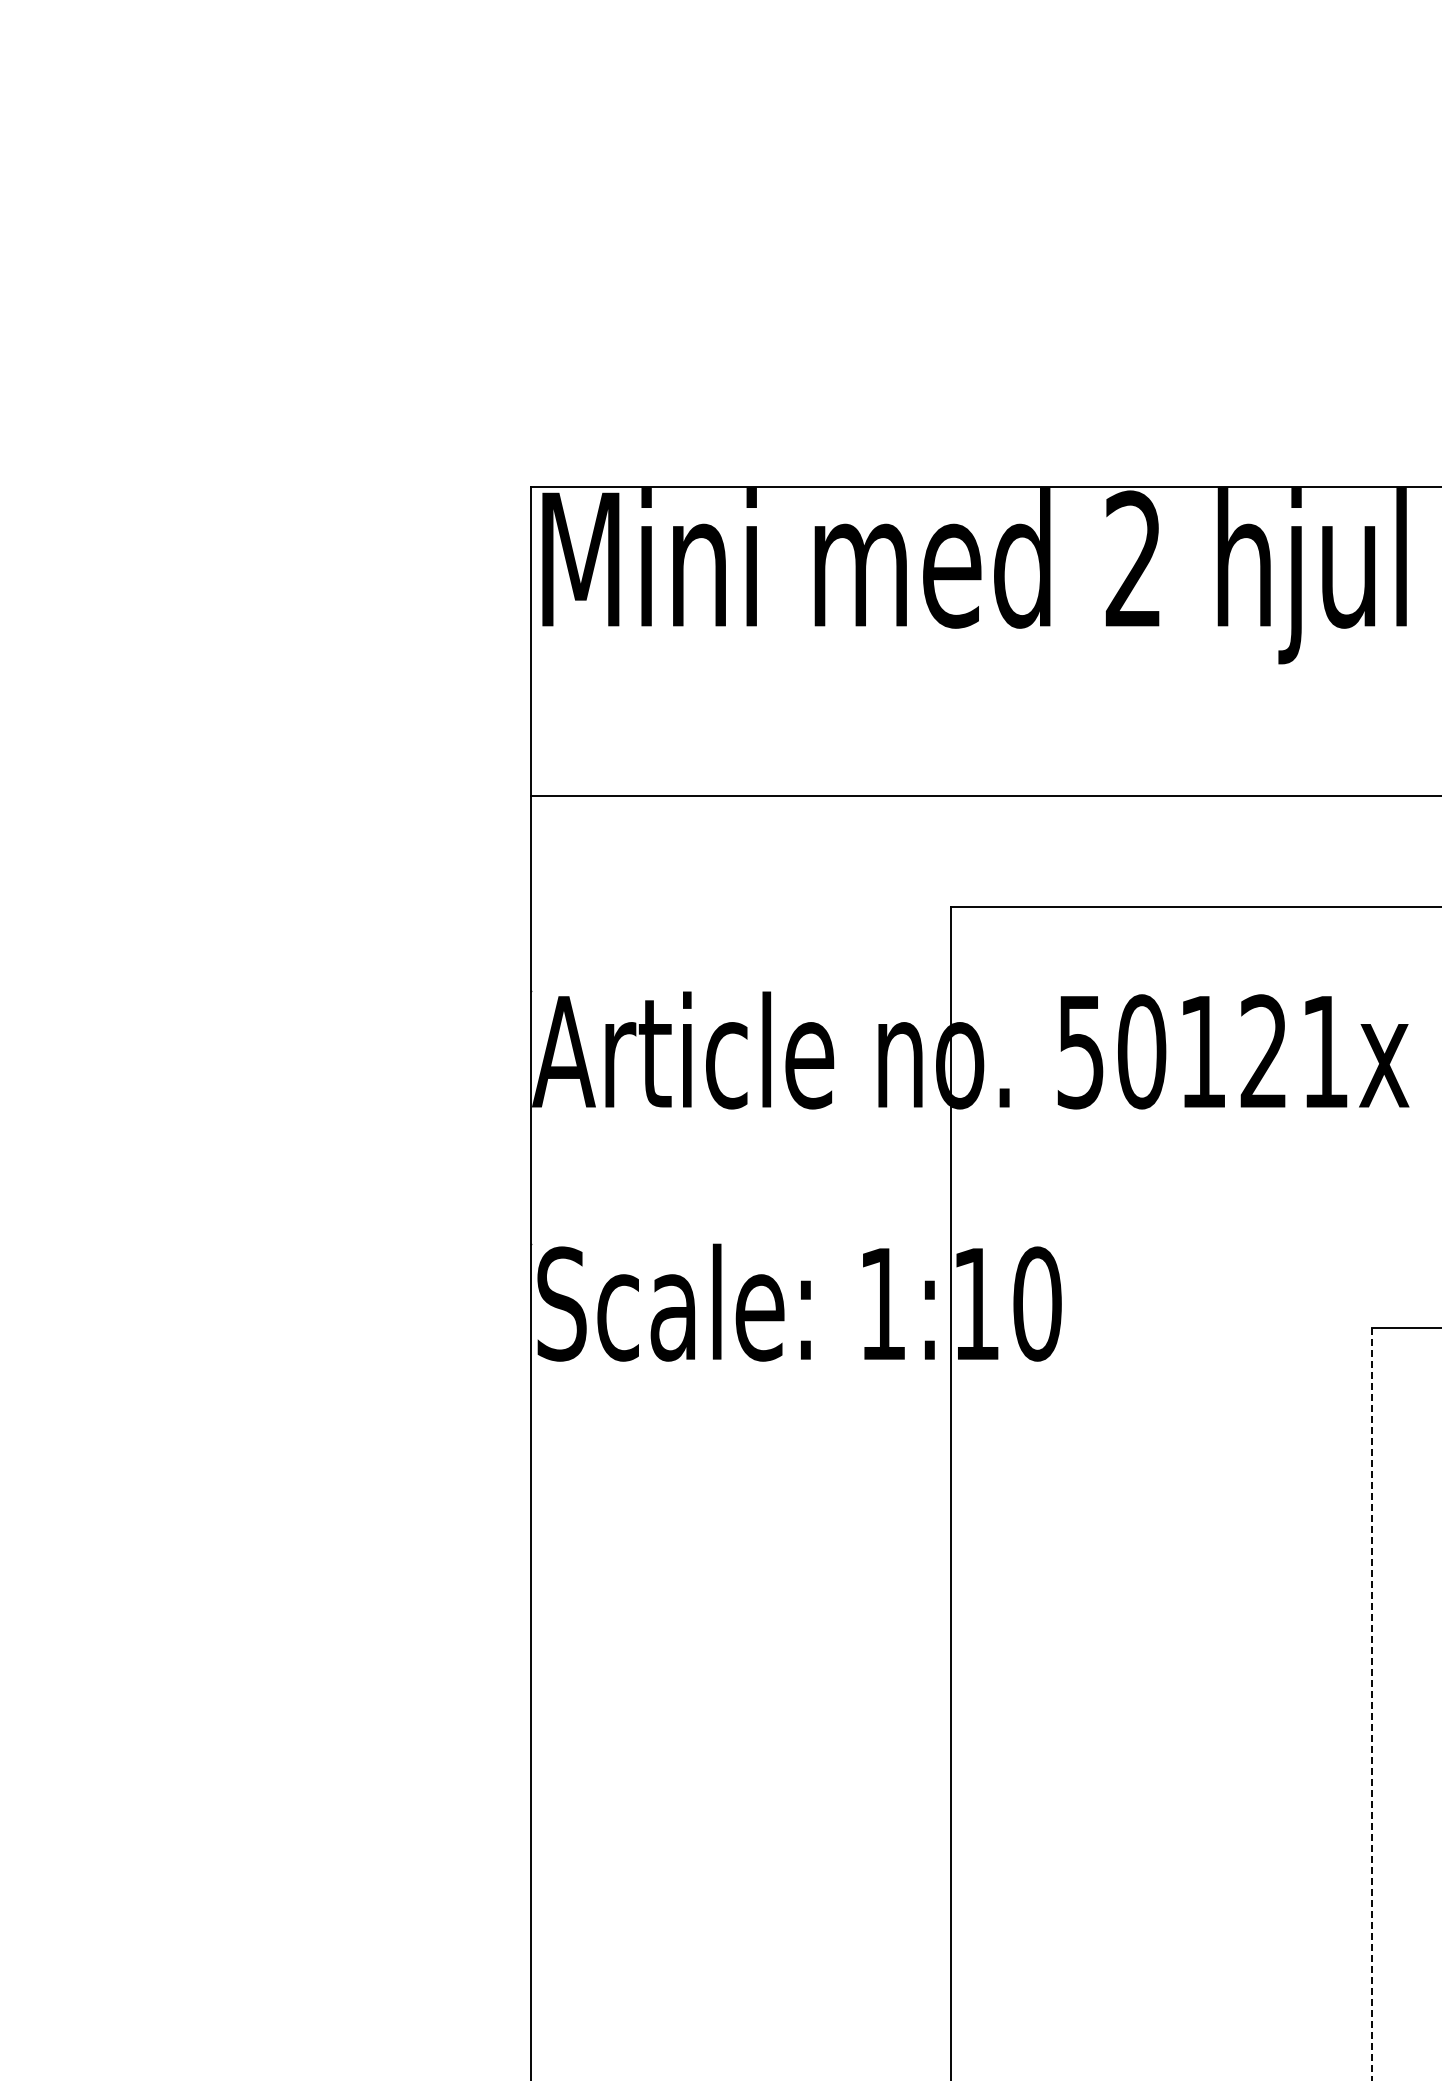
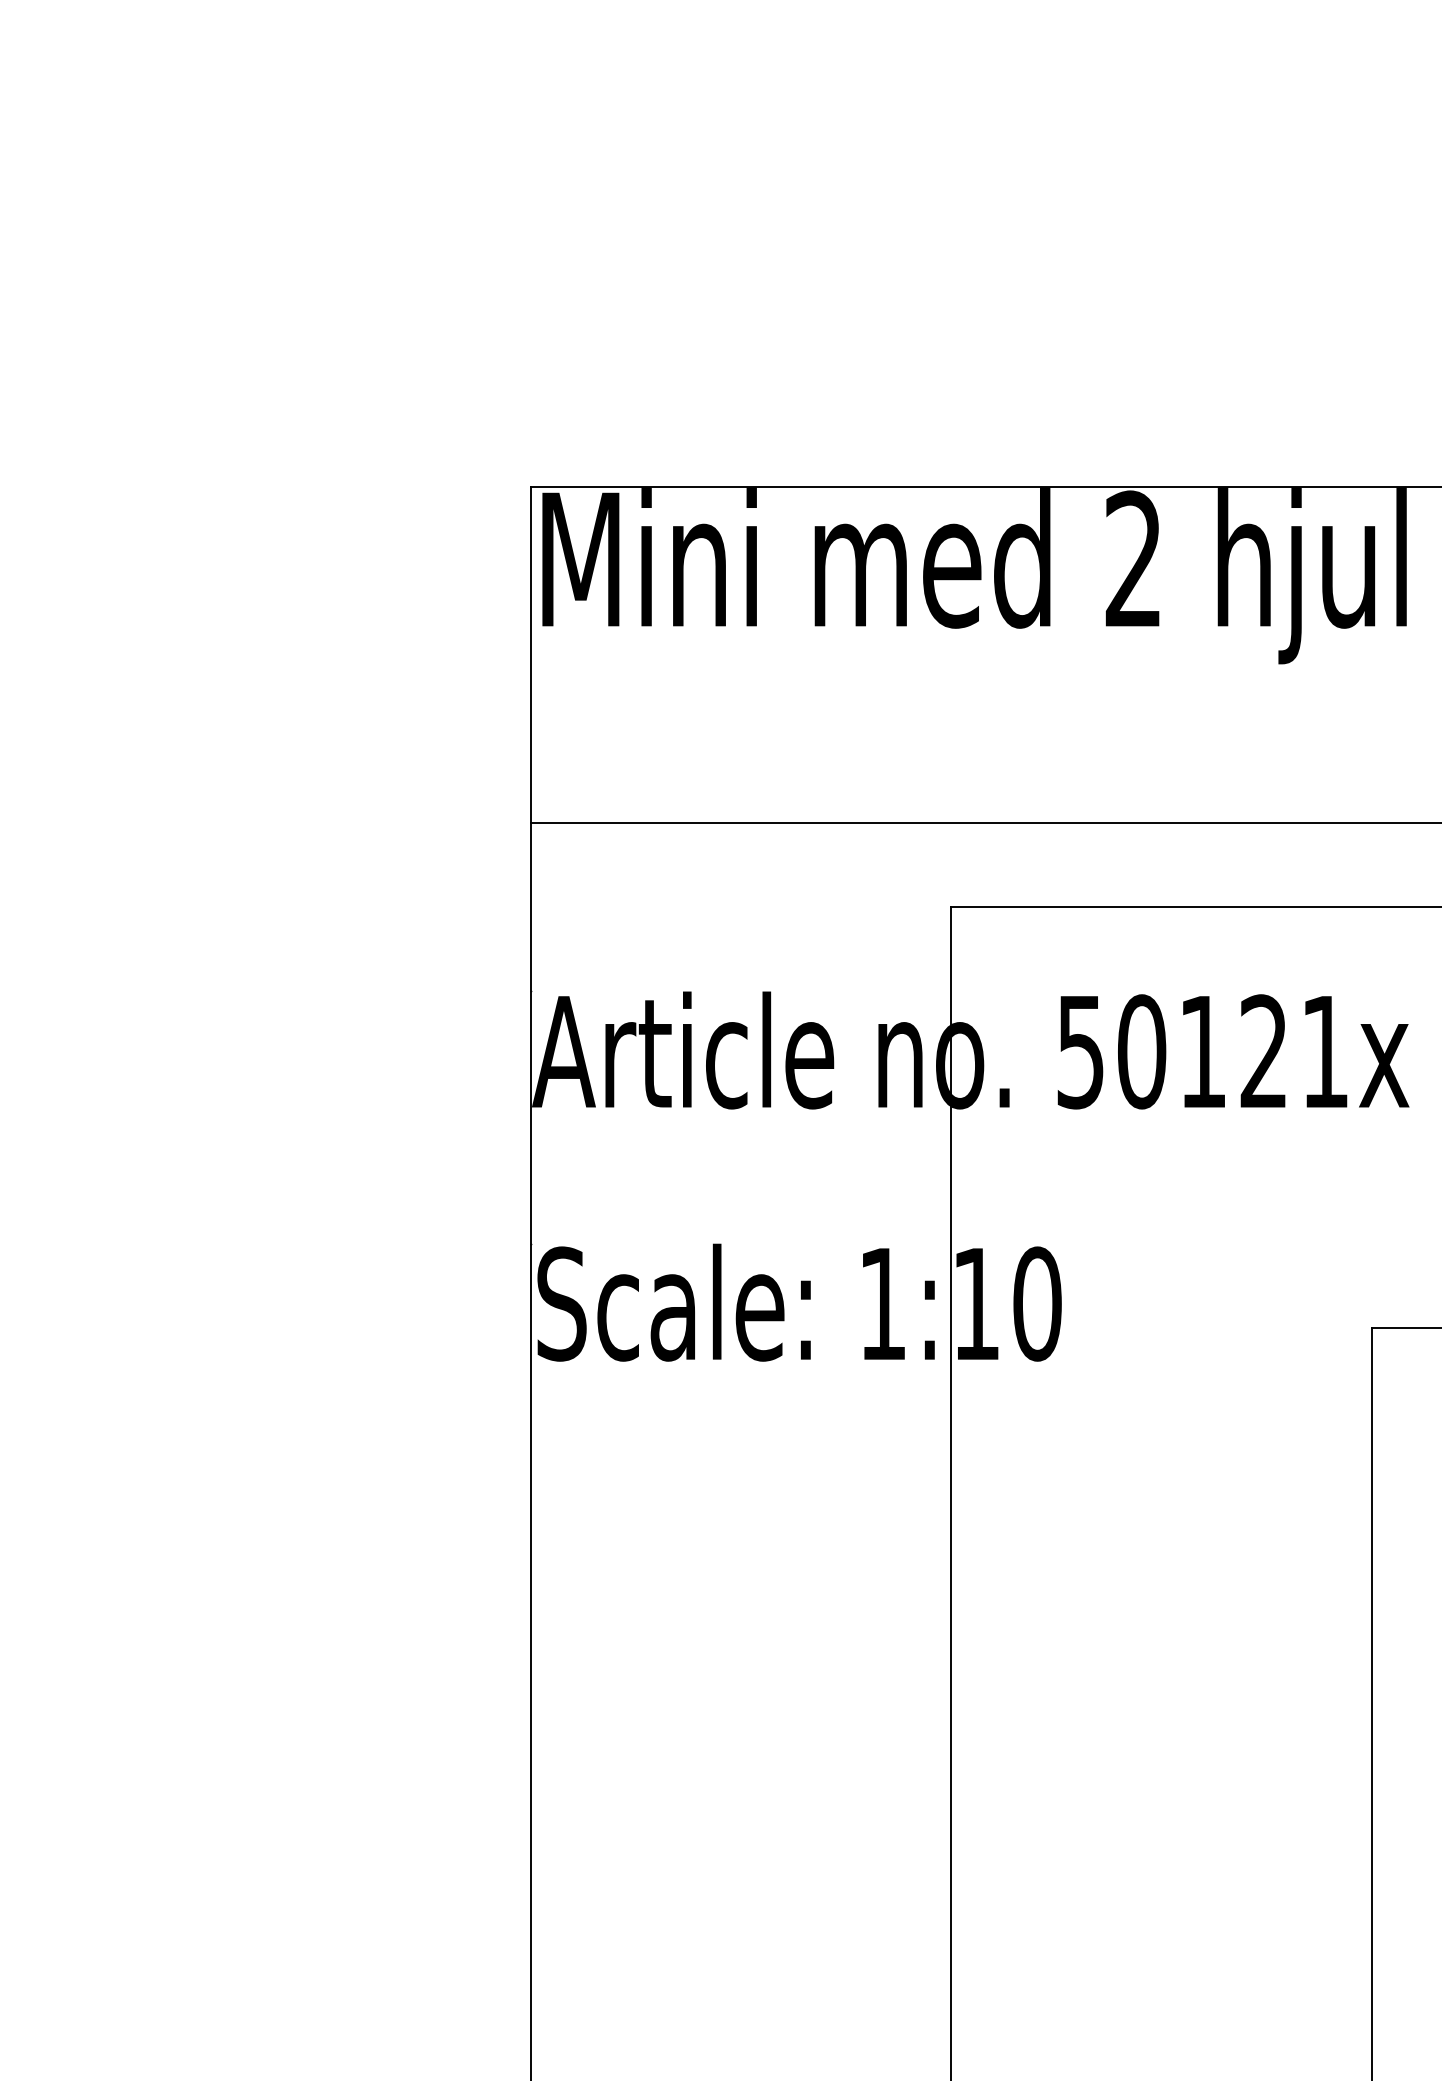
line at (984, 796) position: (984, 796) -> (984, 823)
line at (1371, 1704): dashed -> solid
